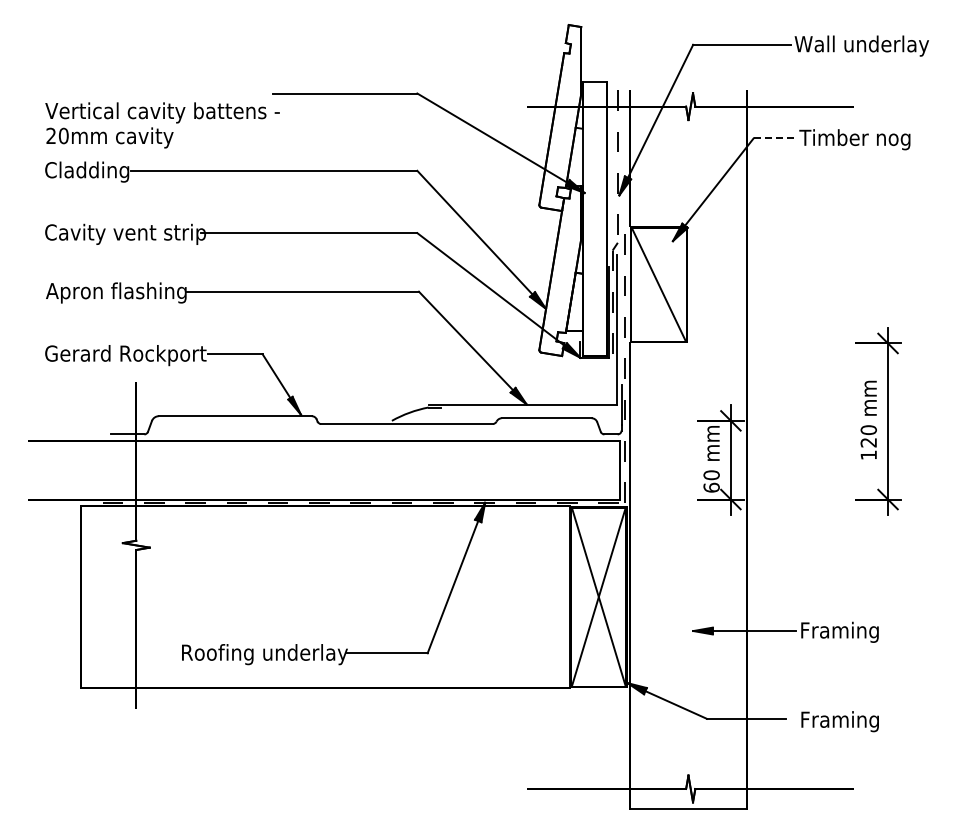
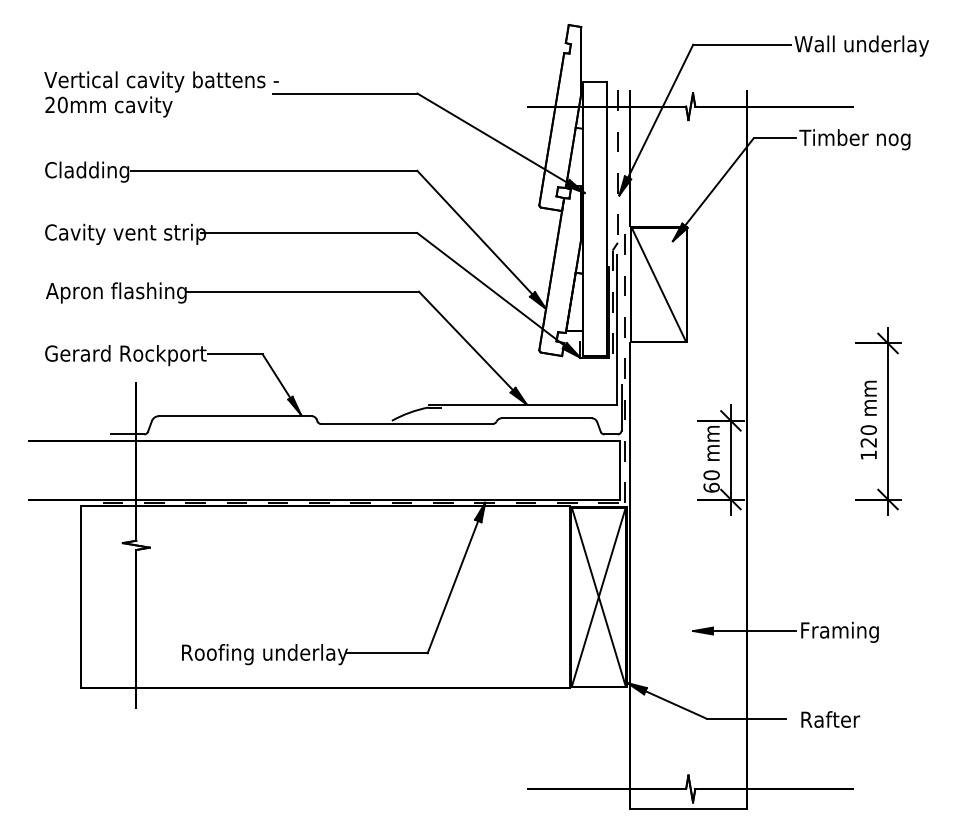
text at (162, 125) position: (162, 125) -> (161, 94)
line at (775, 138): dashed -> solid
text at (840, 721): Framing -> Rafter
